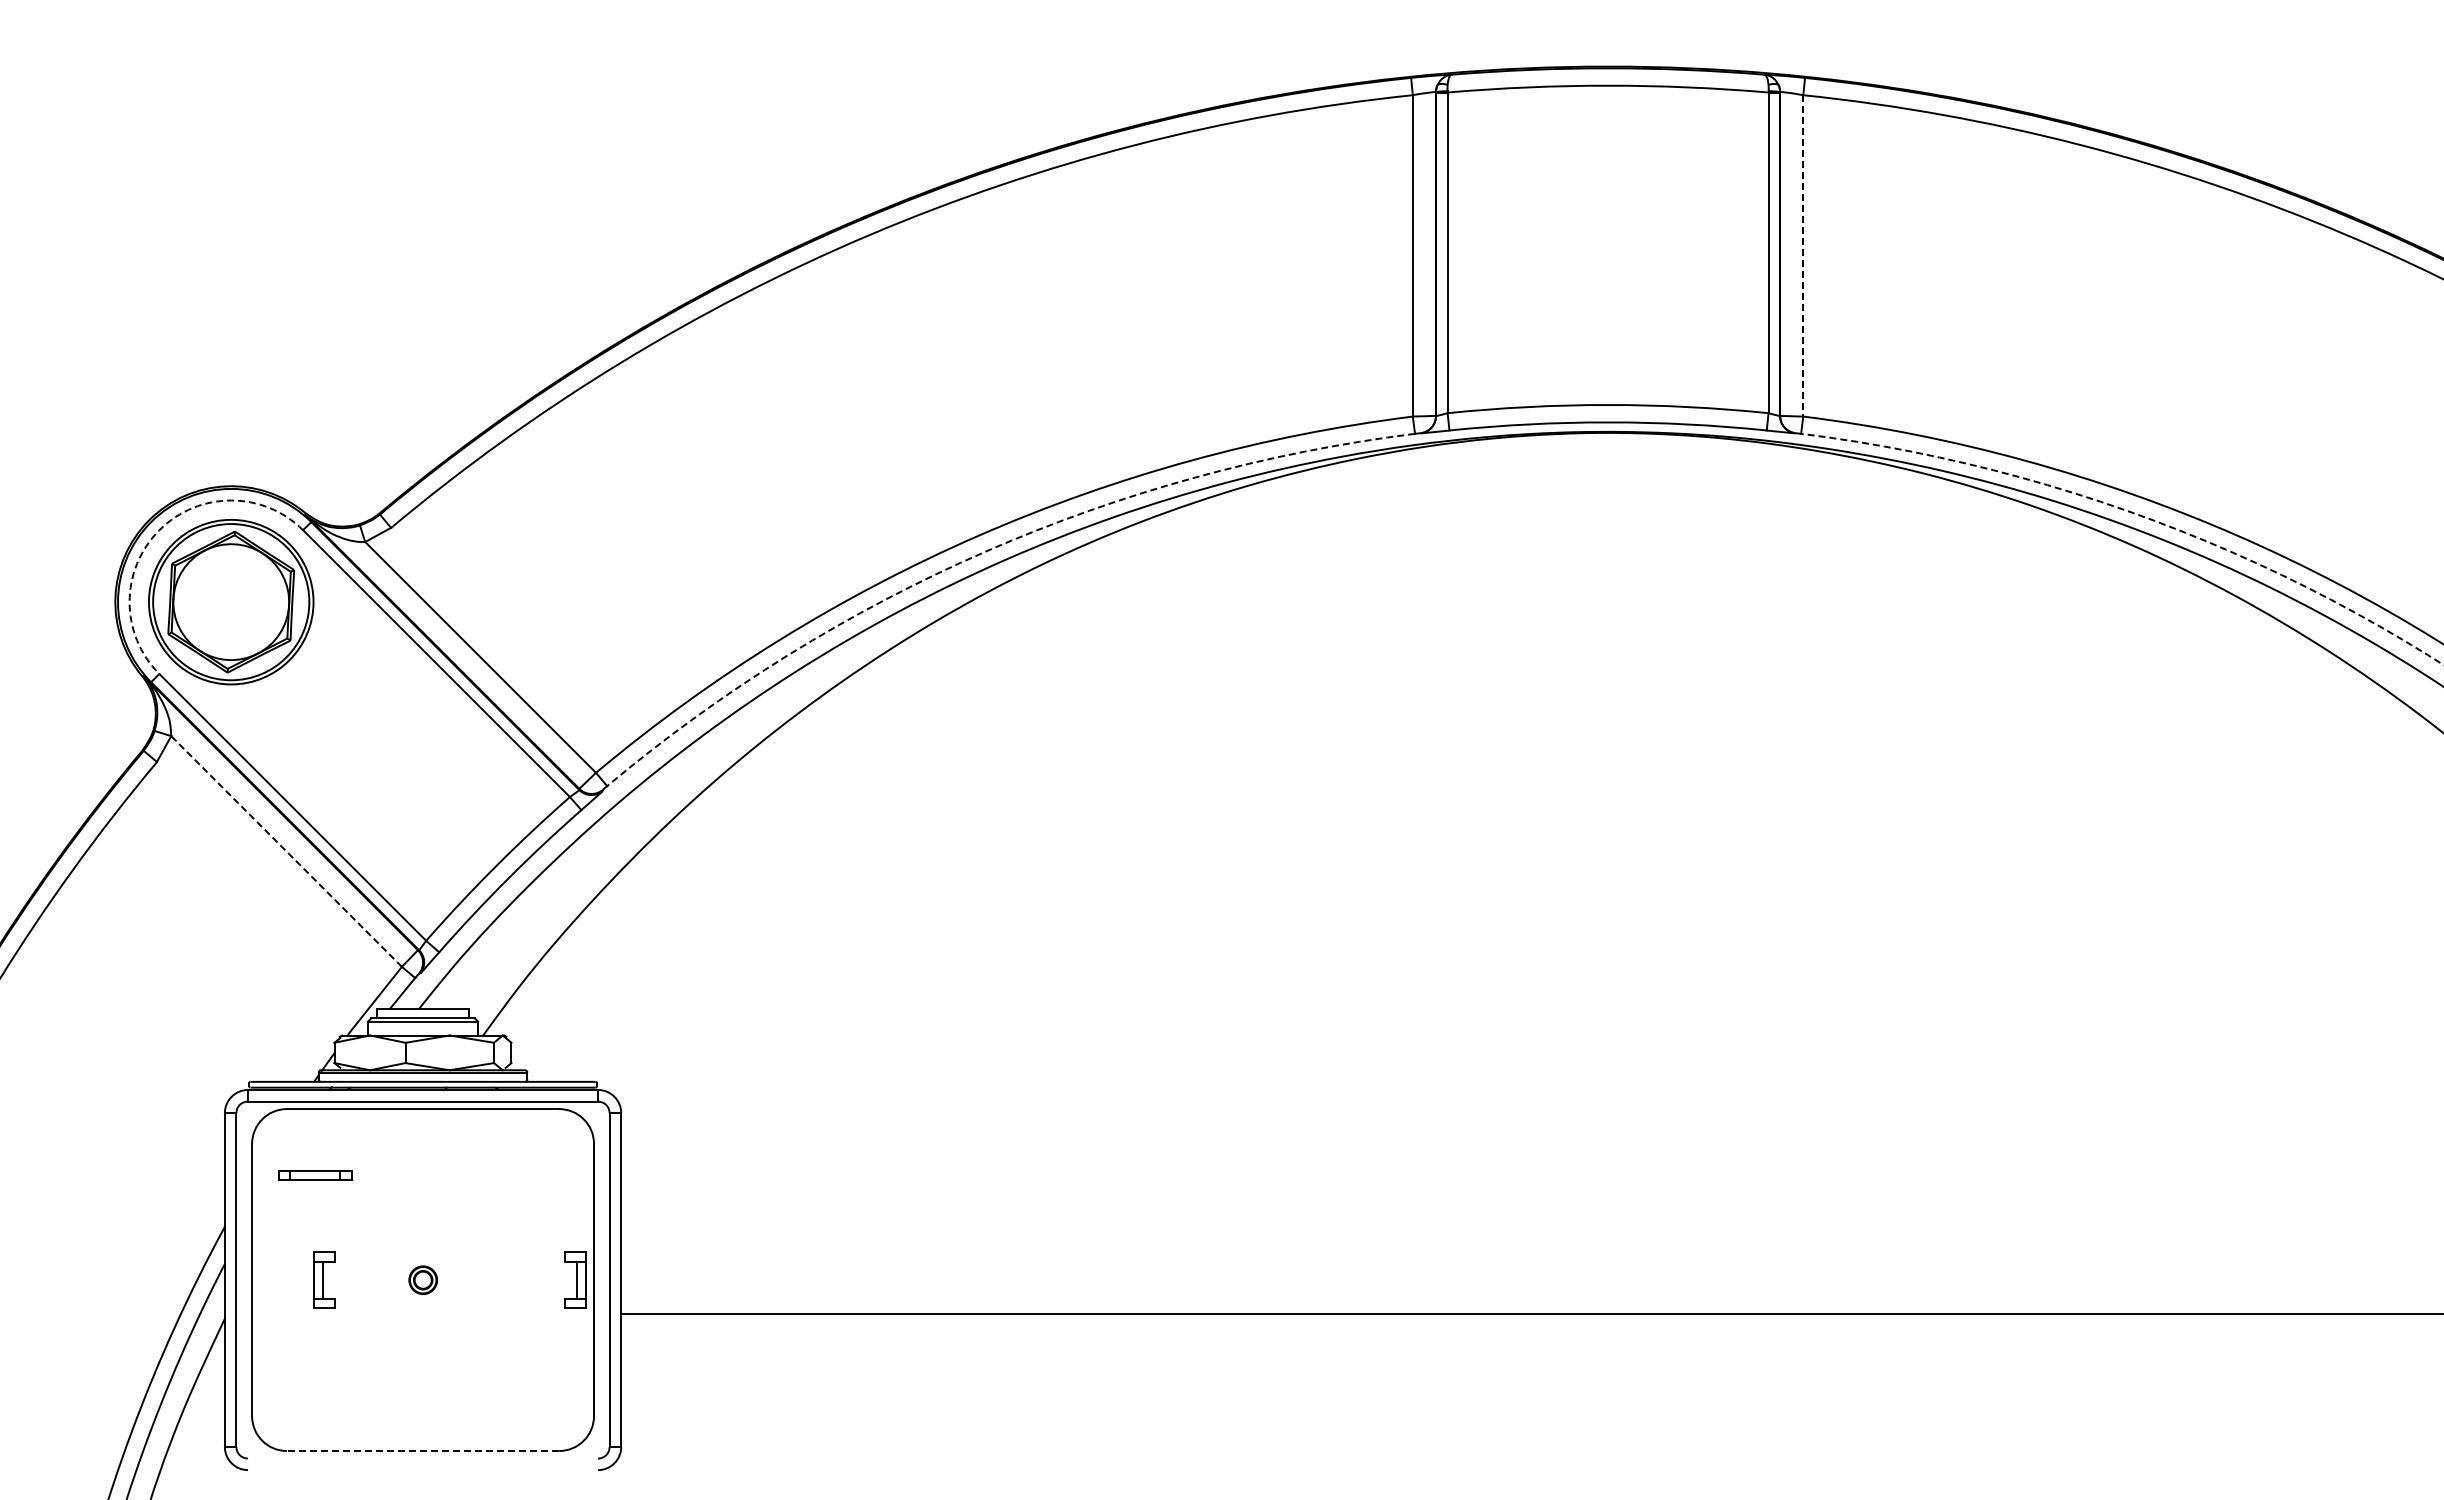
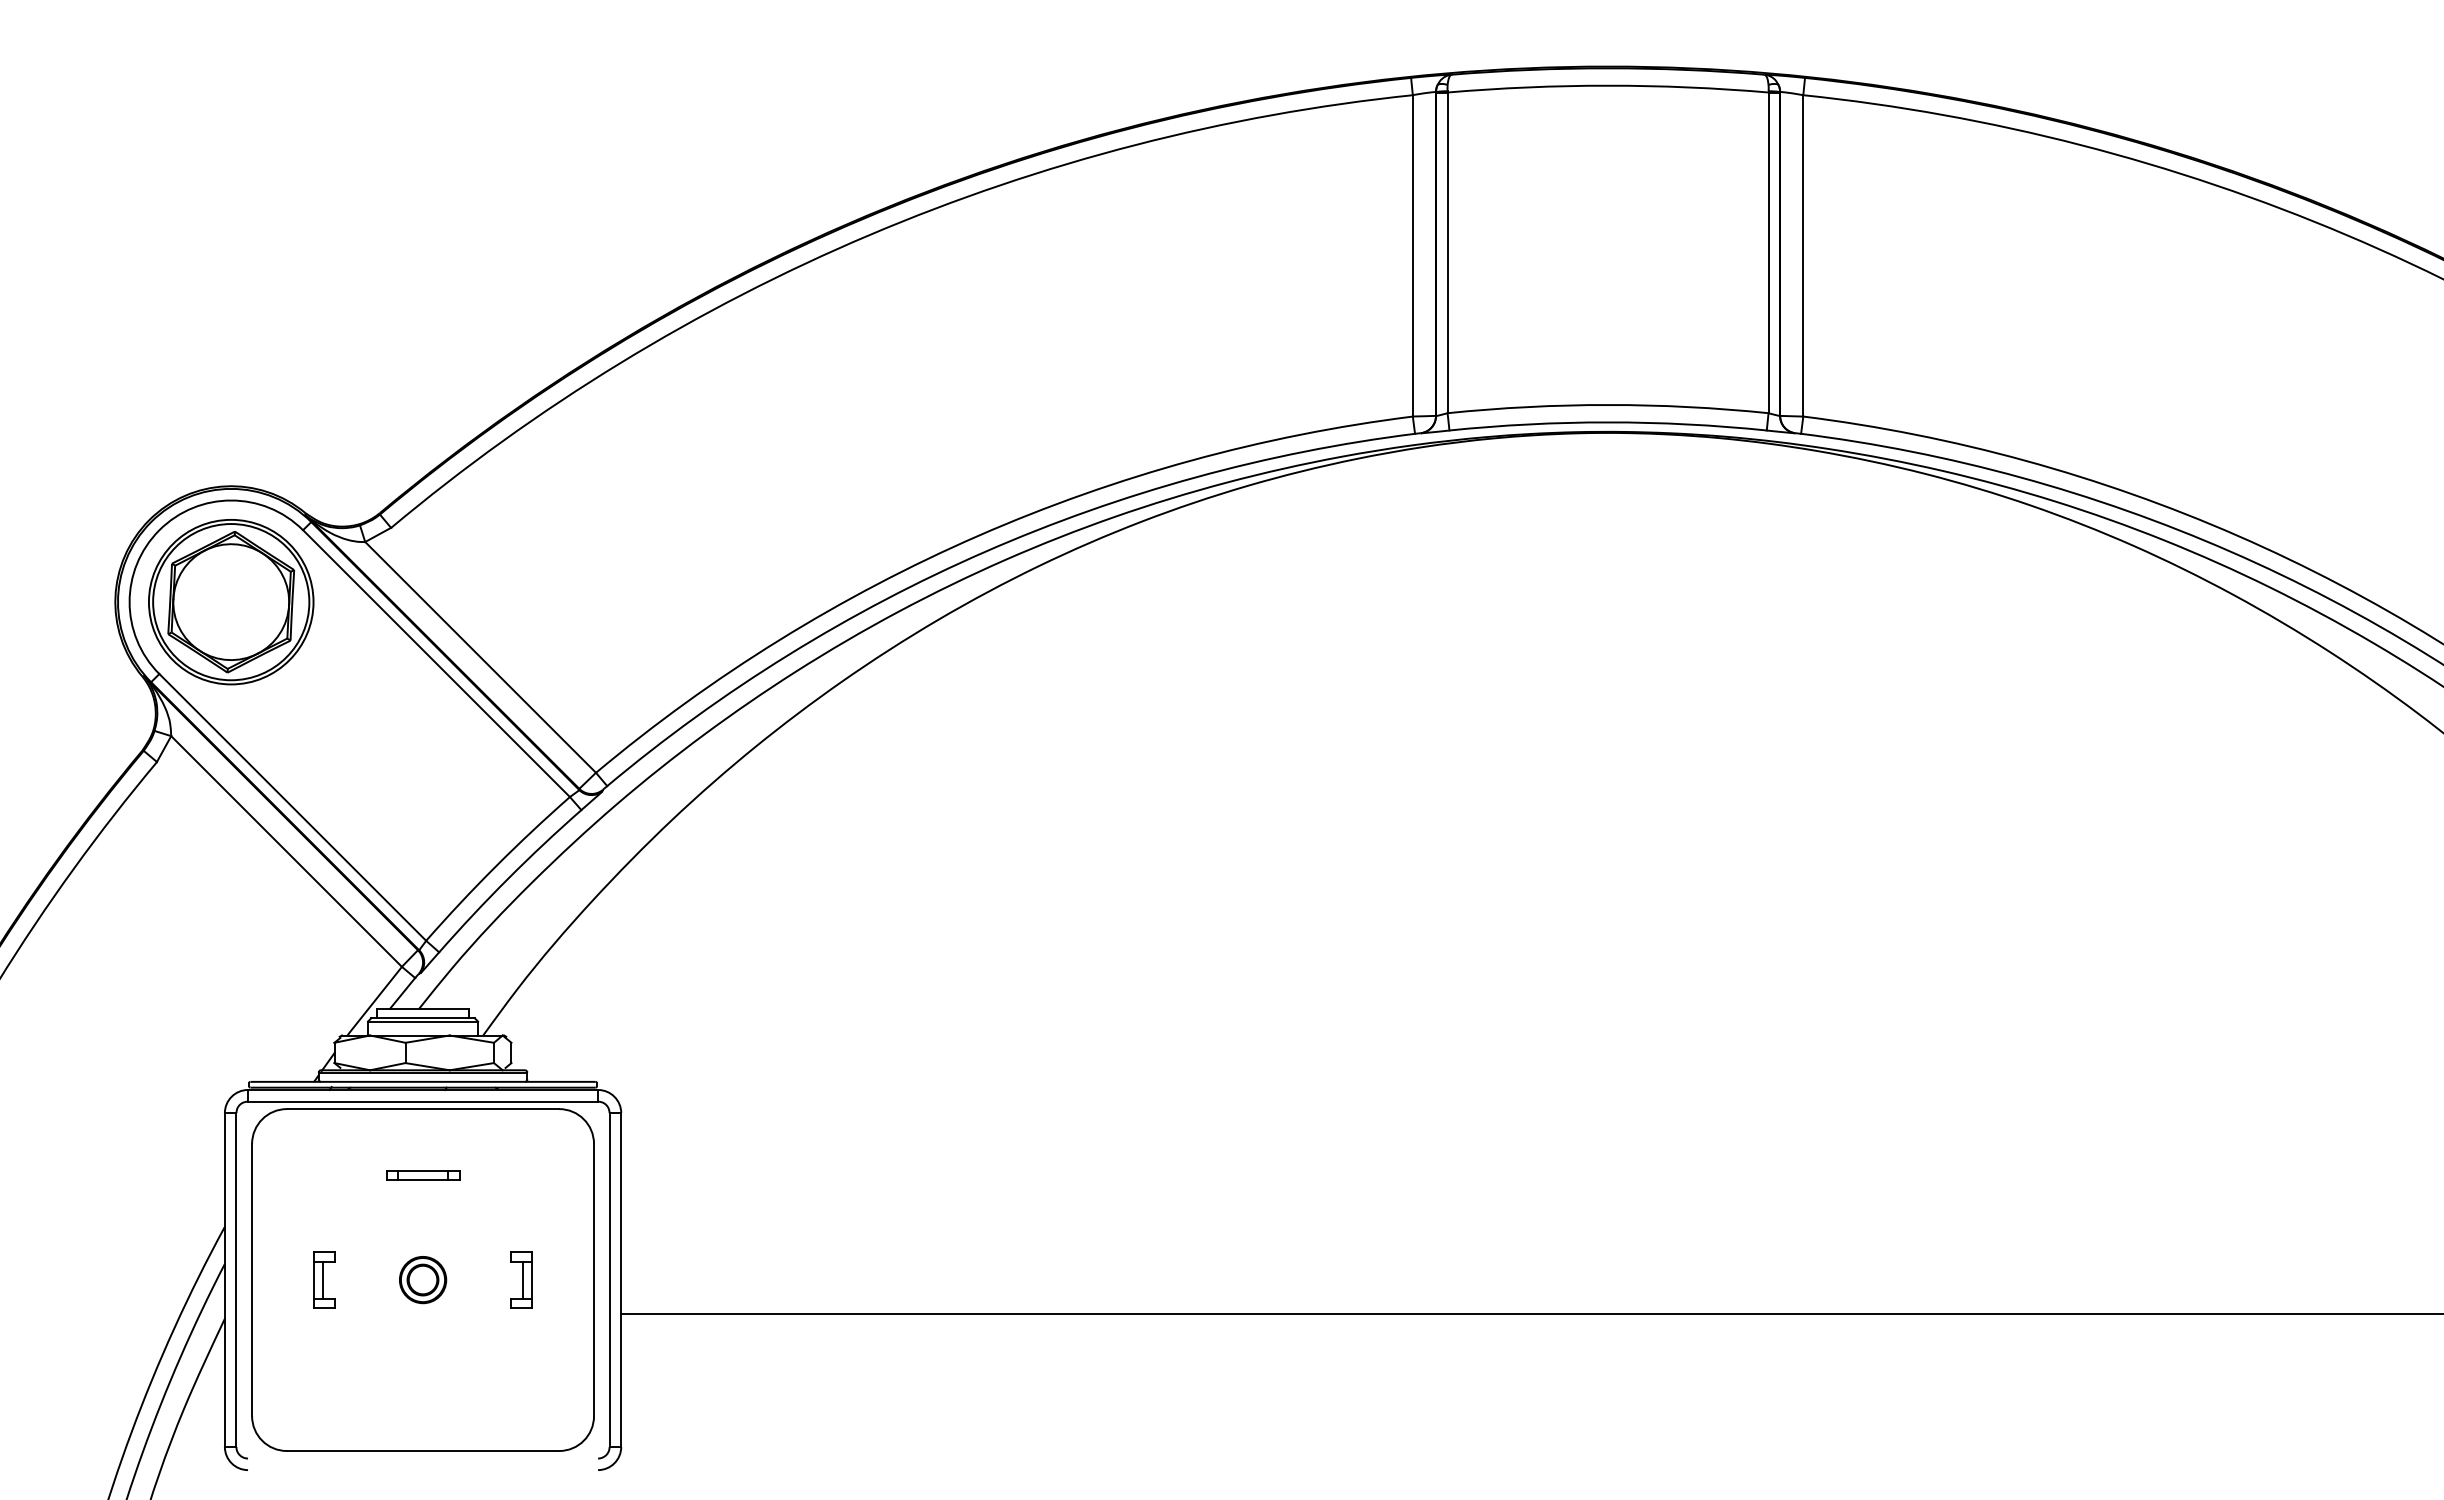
line at (1803, 255): dashed -> solid
arc at (2134, 513): dashed -> solid
arc at (159, 530): dashed -> solid
arc at (985, 551): dashed -> solid
line at (286, 851): dashed -> solid
part at (315, 1175) position: (315, 1175) -> (423, 1175)
part at (422, 1279) size: 30x30 px -> 49x49 px
part at (575, 1279) position: (575, 1279) -> (521, 1279)
line at (422, 1451): dashed -> solid
